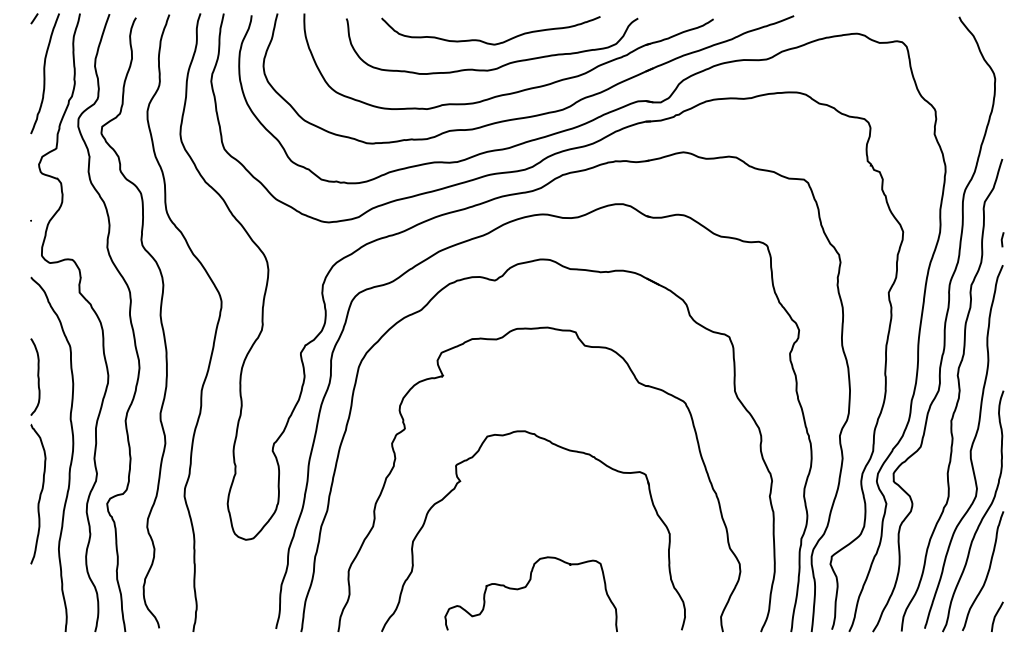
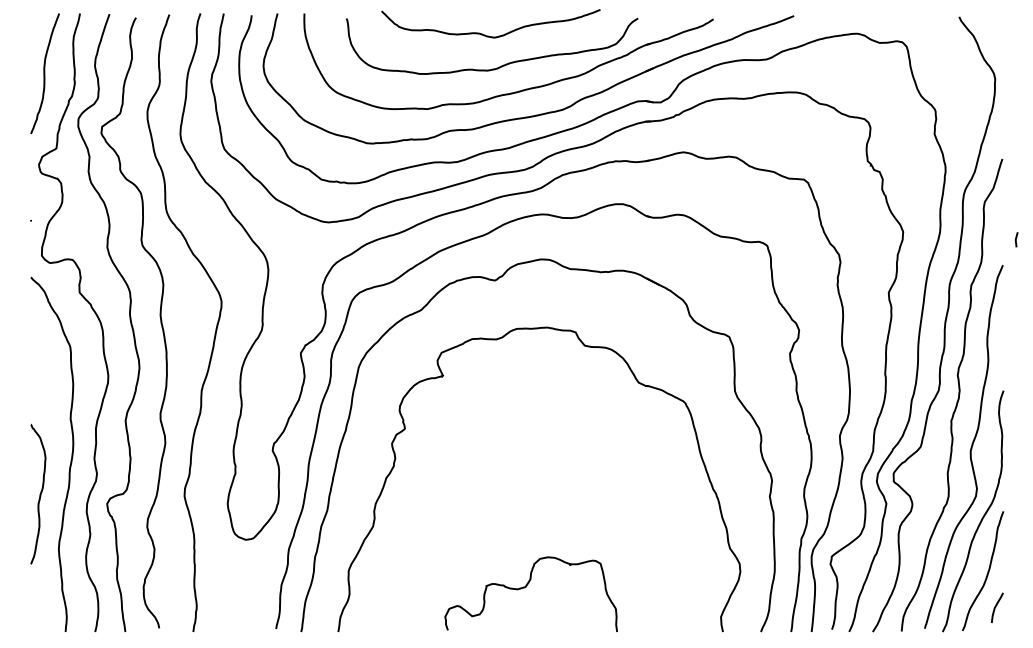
line at (34, 18): present -> none
curve at (485, 41) position: (485, 41) -> (485, 34)
line at (1002, 239) position: (1002, 239) -> (1016, 239)
curve at (37, 376): present -> none
part at (563, 449): present -> none
curve at (996, 616) position: (996, 616) -> (996, 607)
